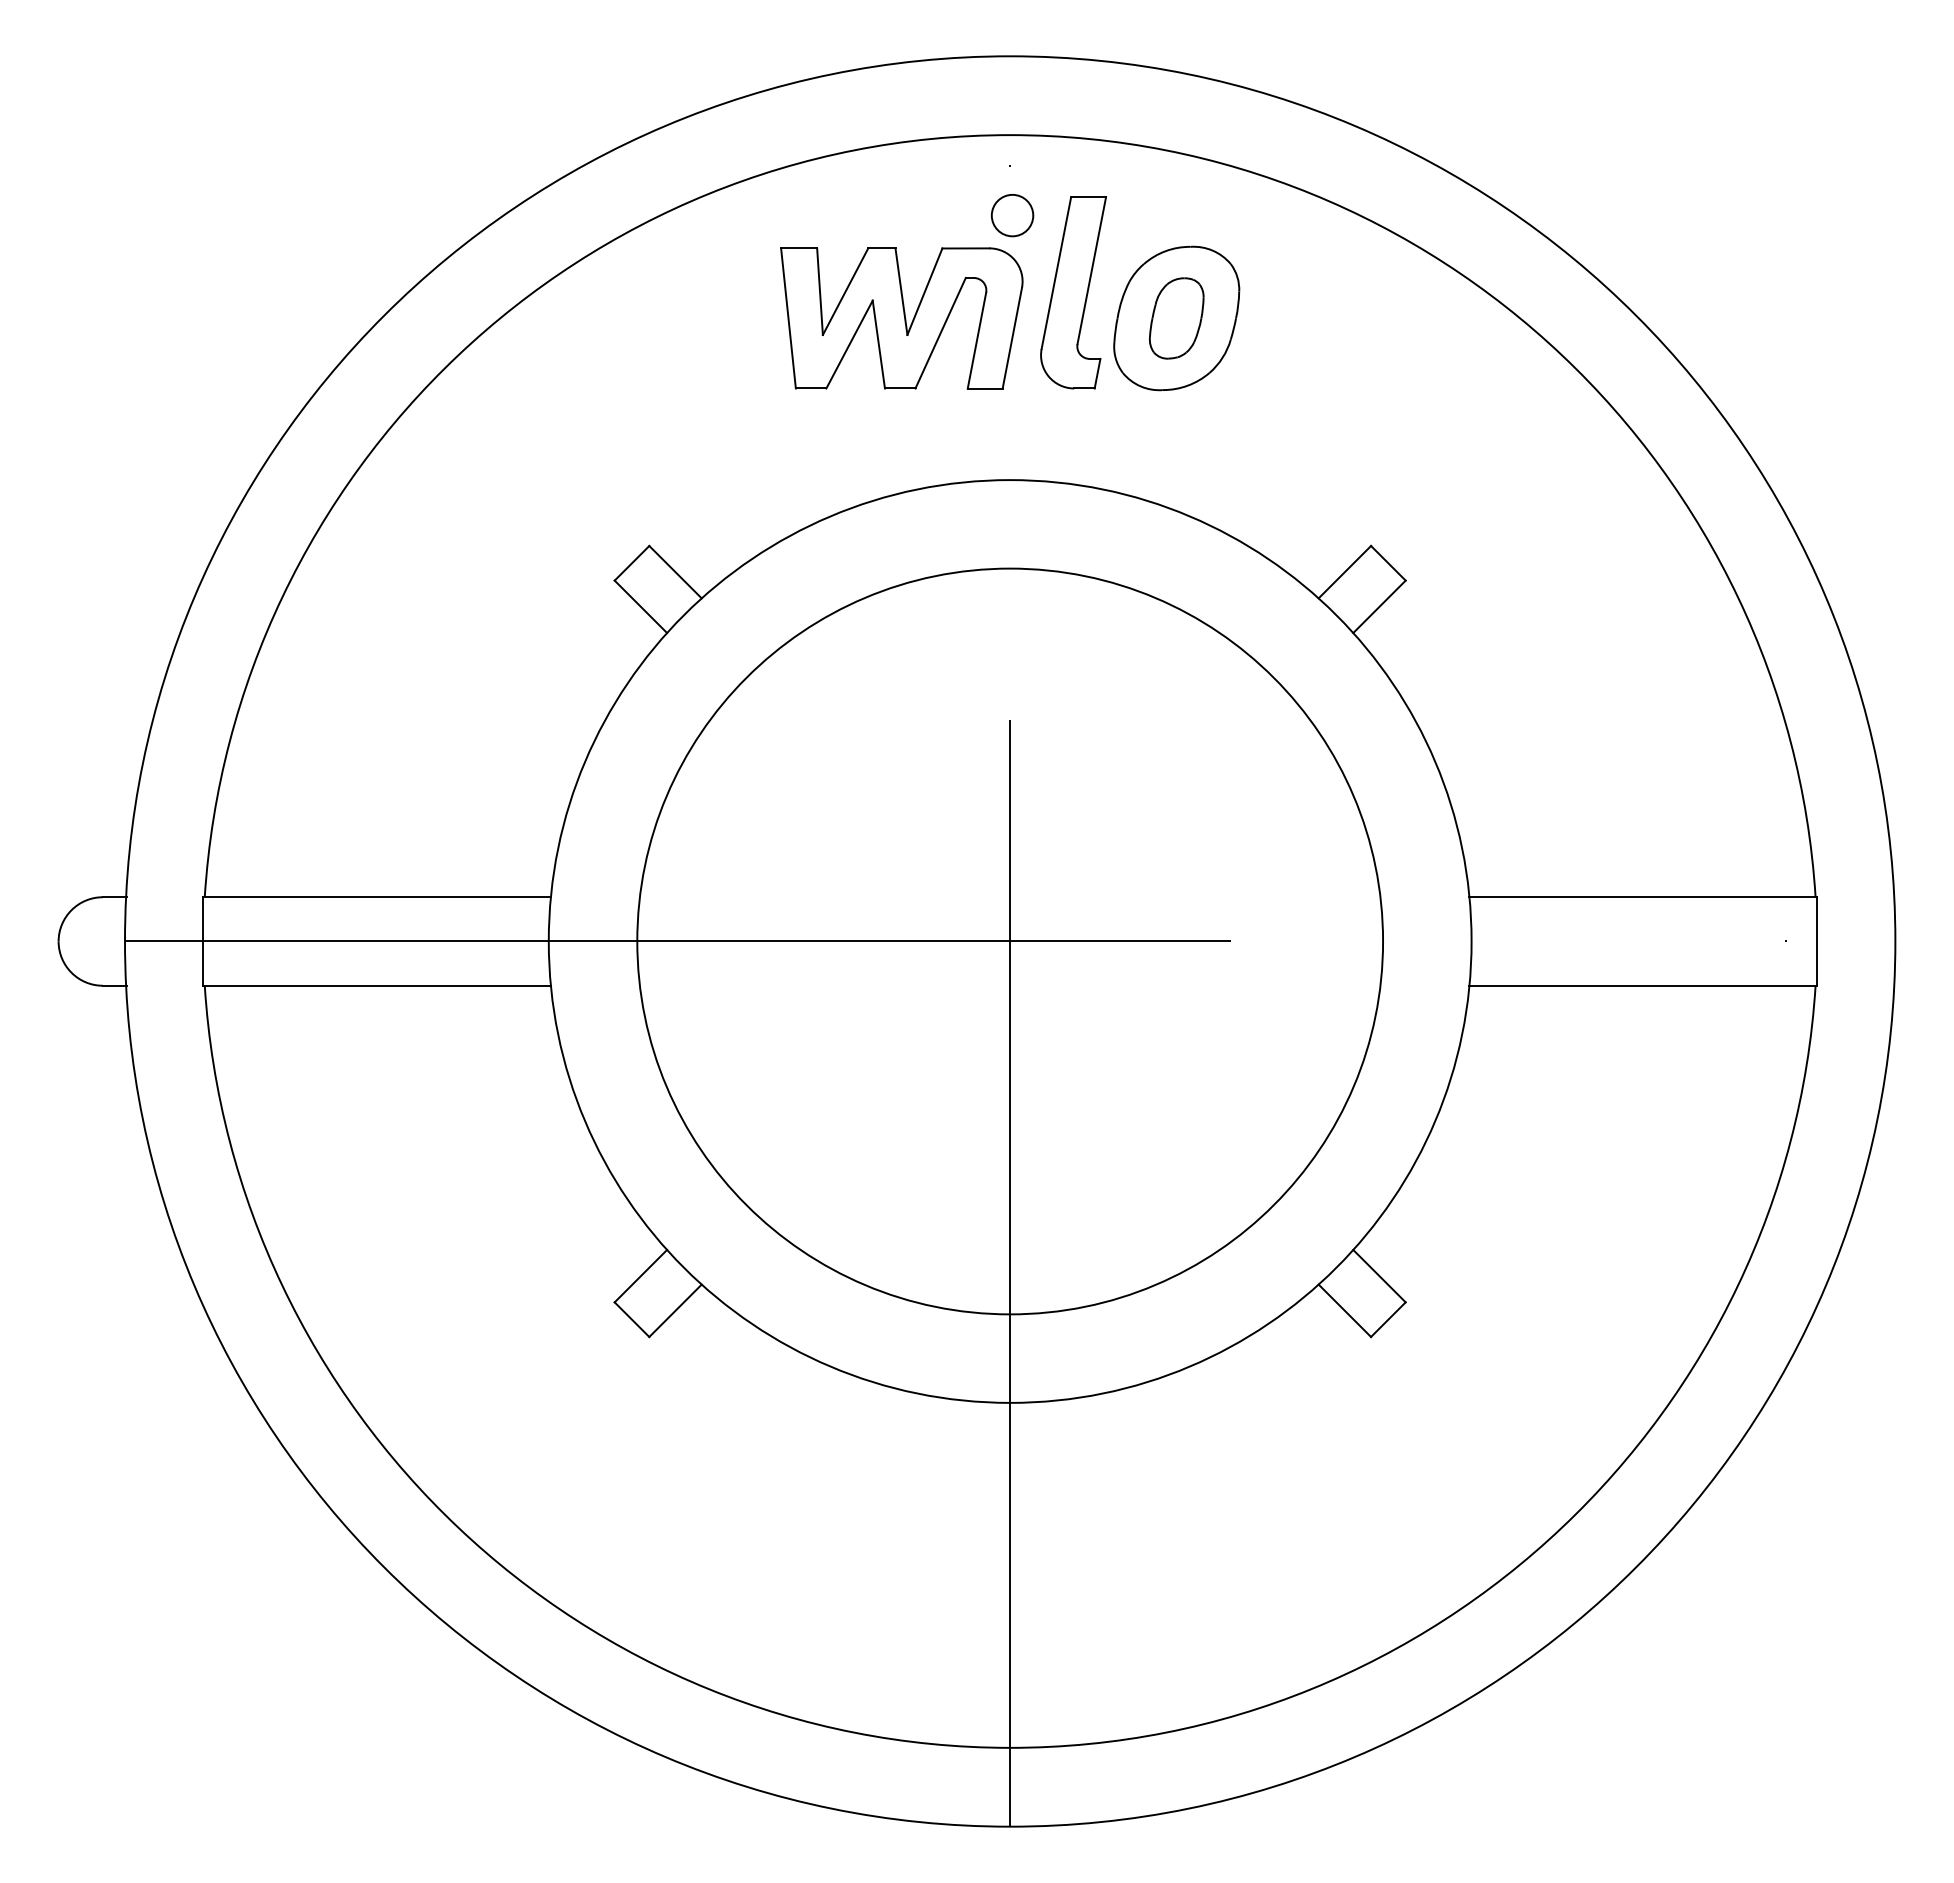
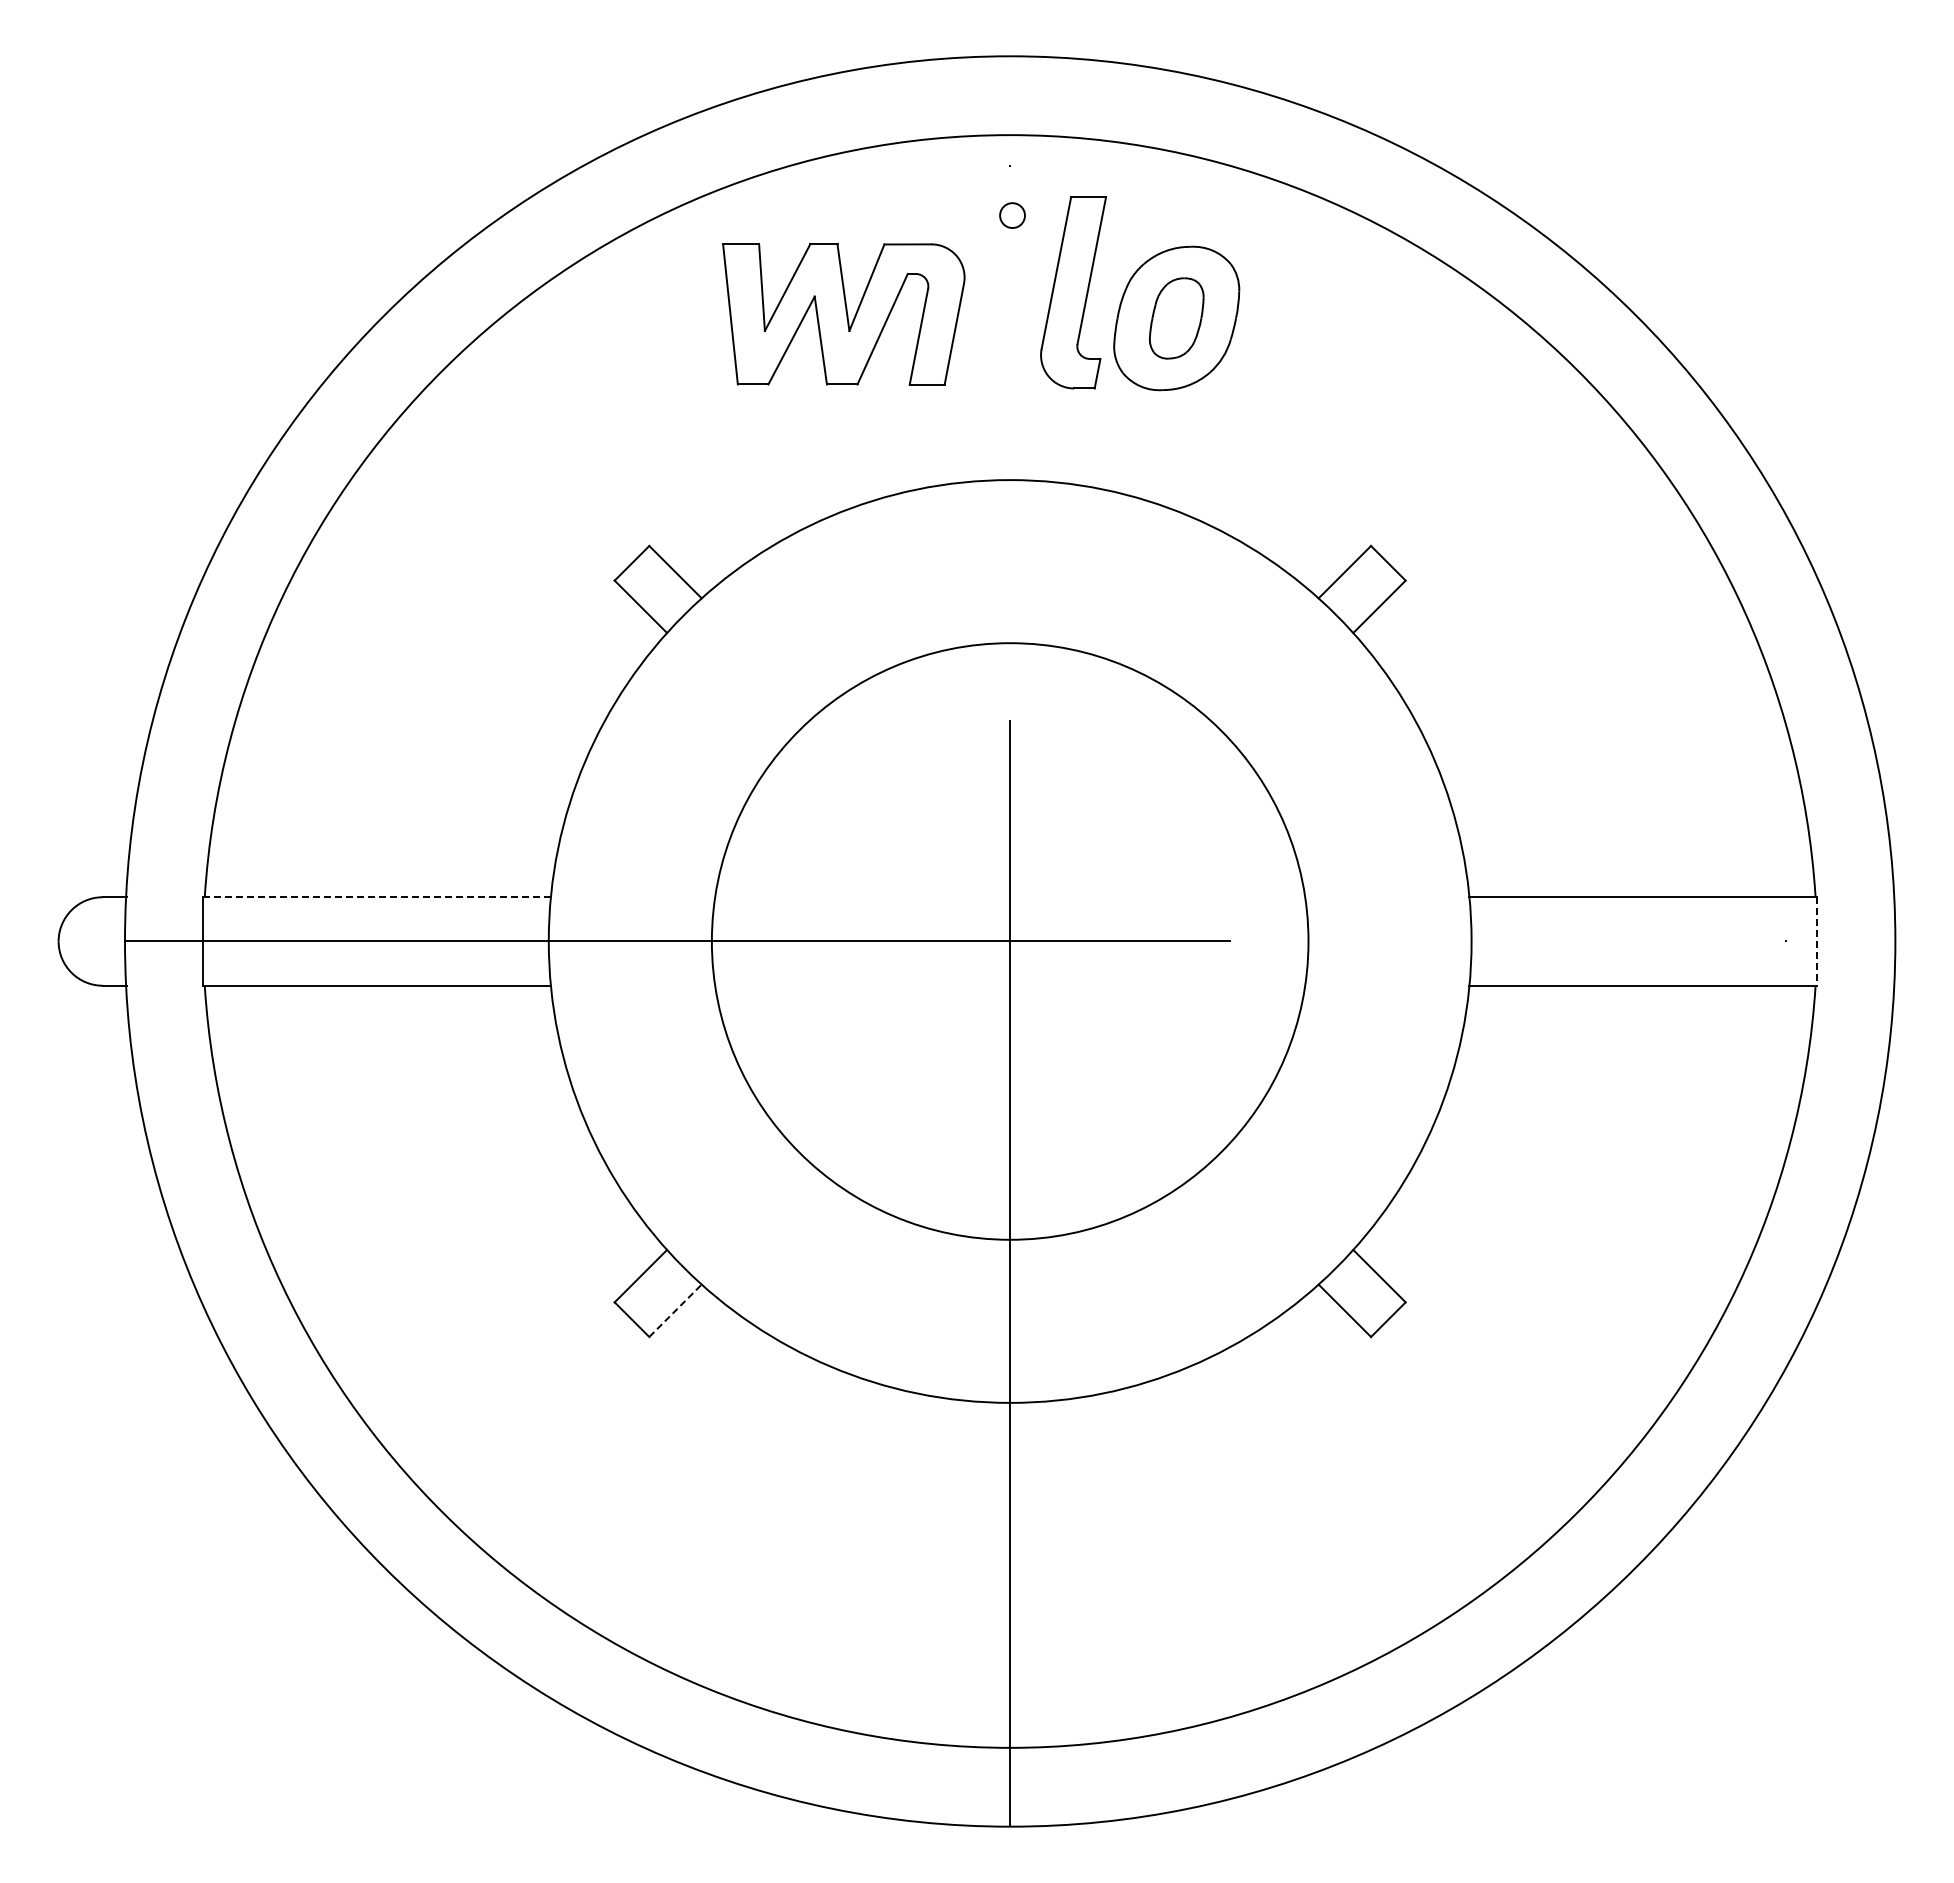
circle at (1012, 215) diameter: 41 px -> 25 px
part at (901, 318) position: (901, 318) -> (843, 314)
line at (377, 897): solid -> dashed
circle at (1010, 941) diameter: 746 px -> 597 px
line at (1817, 941): solid -> dashed
line at (675, 1310): solid -> dashed
